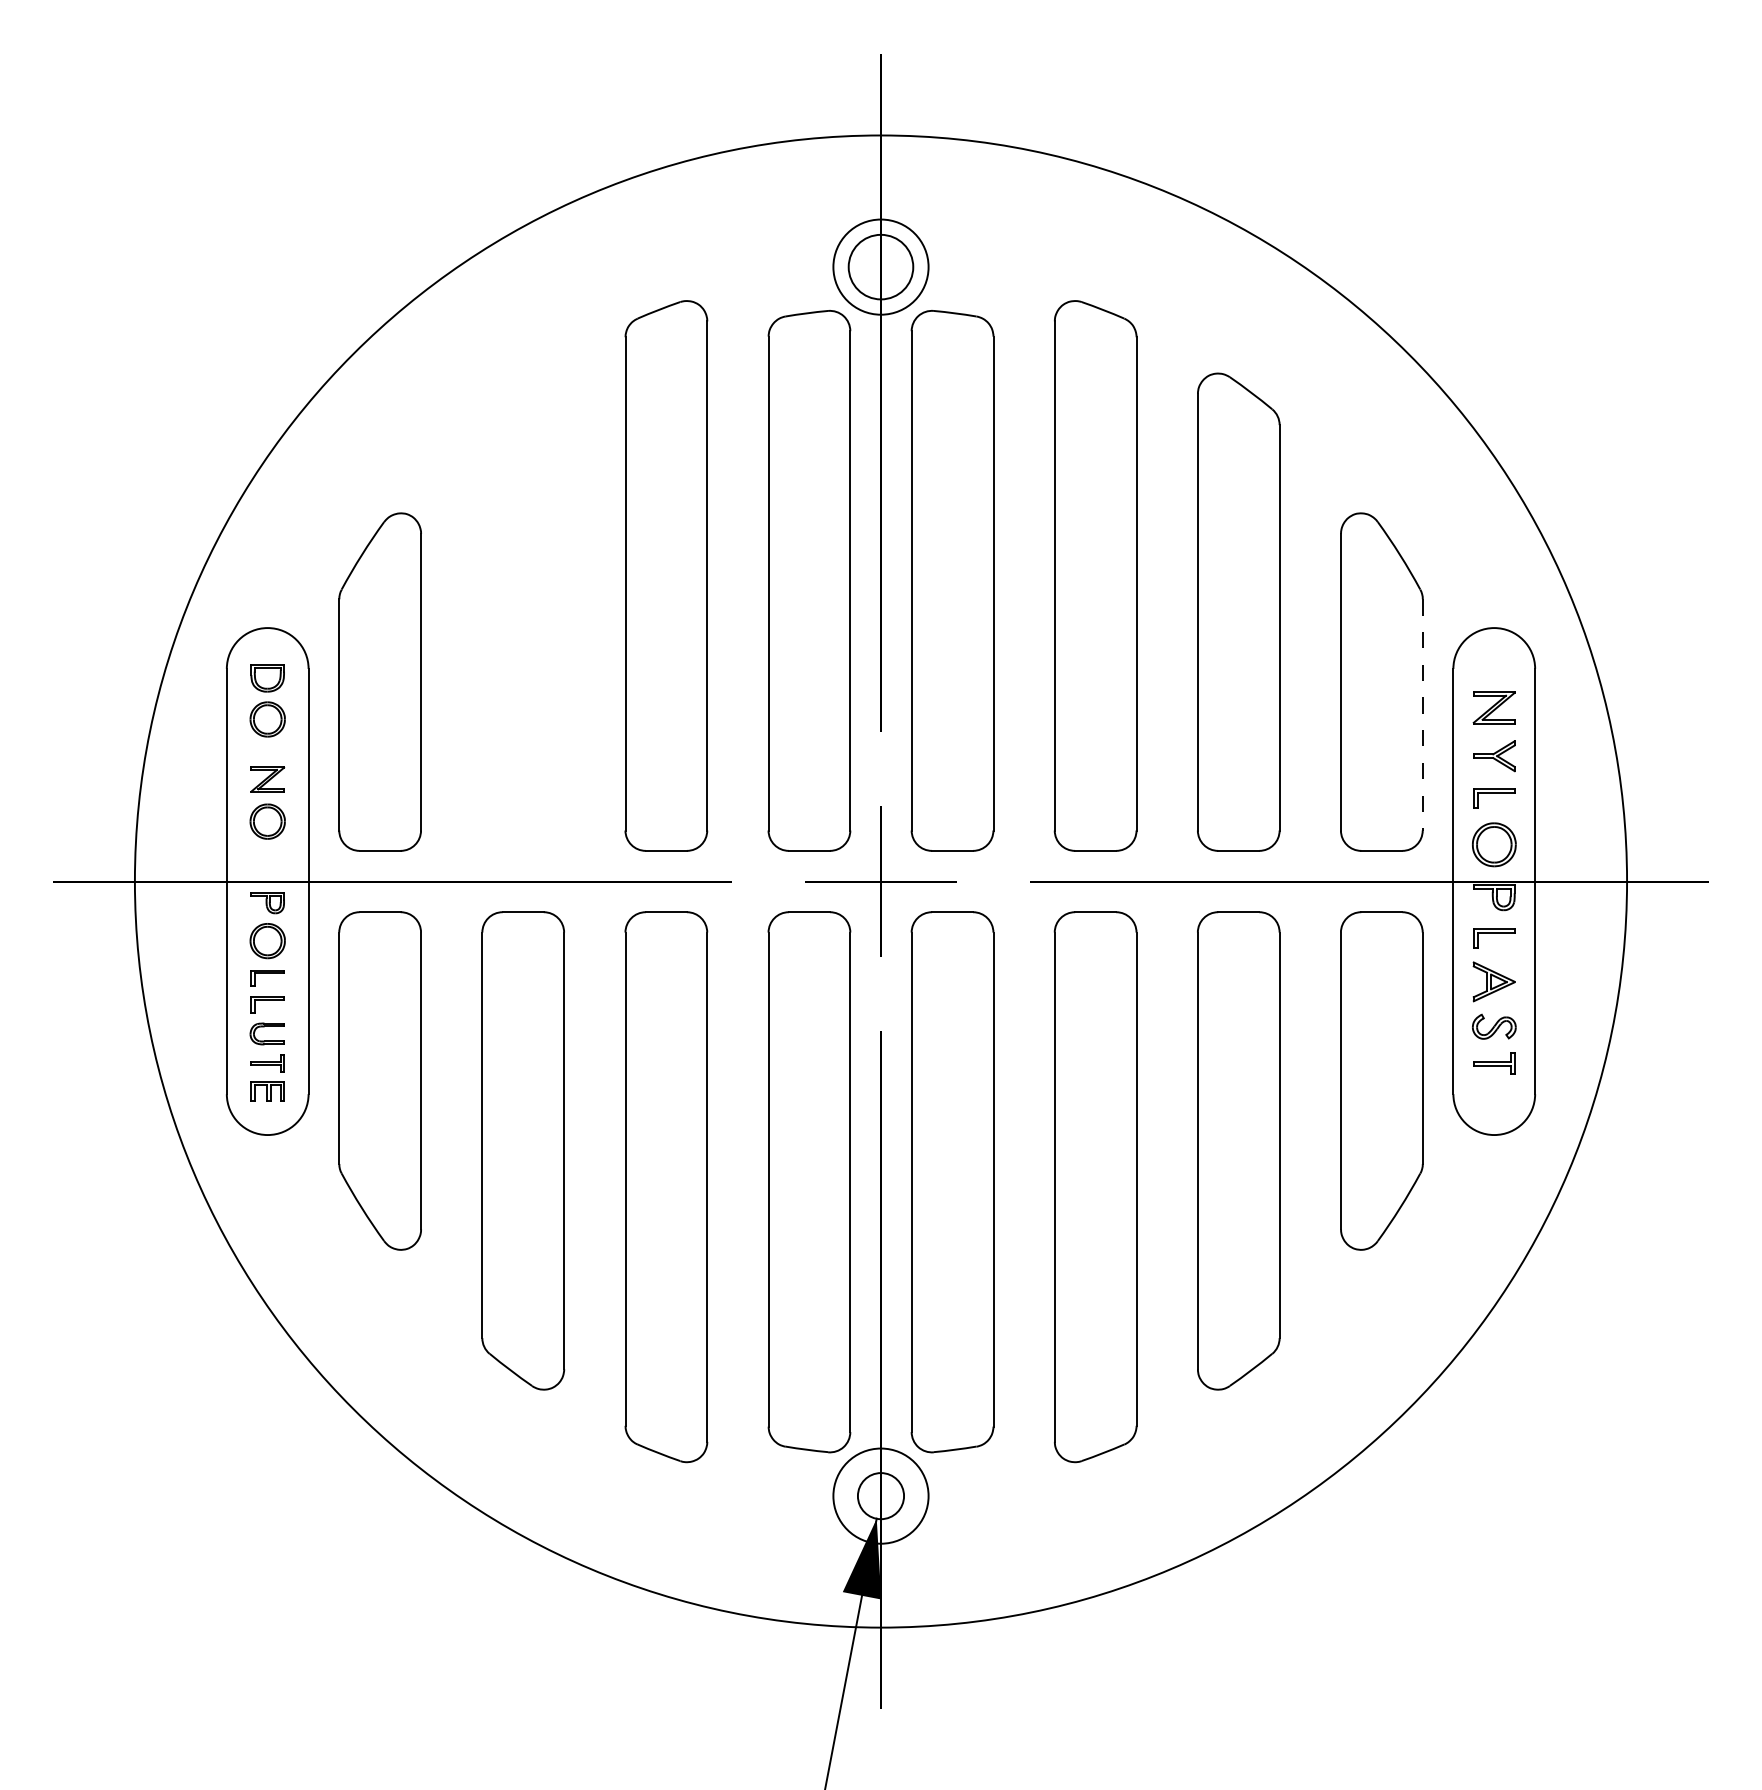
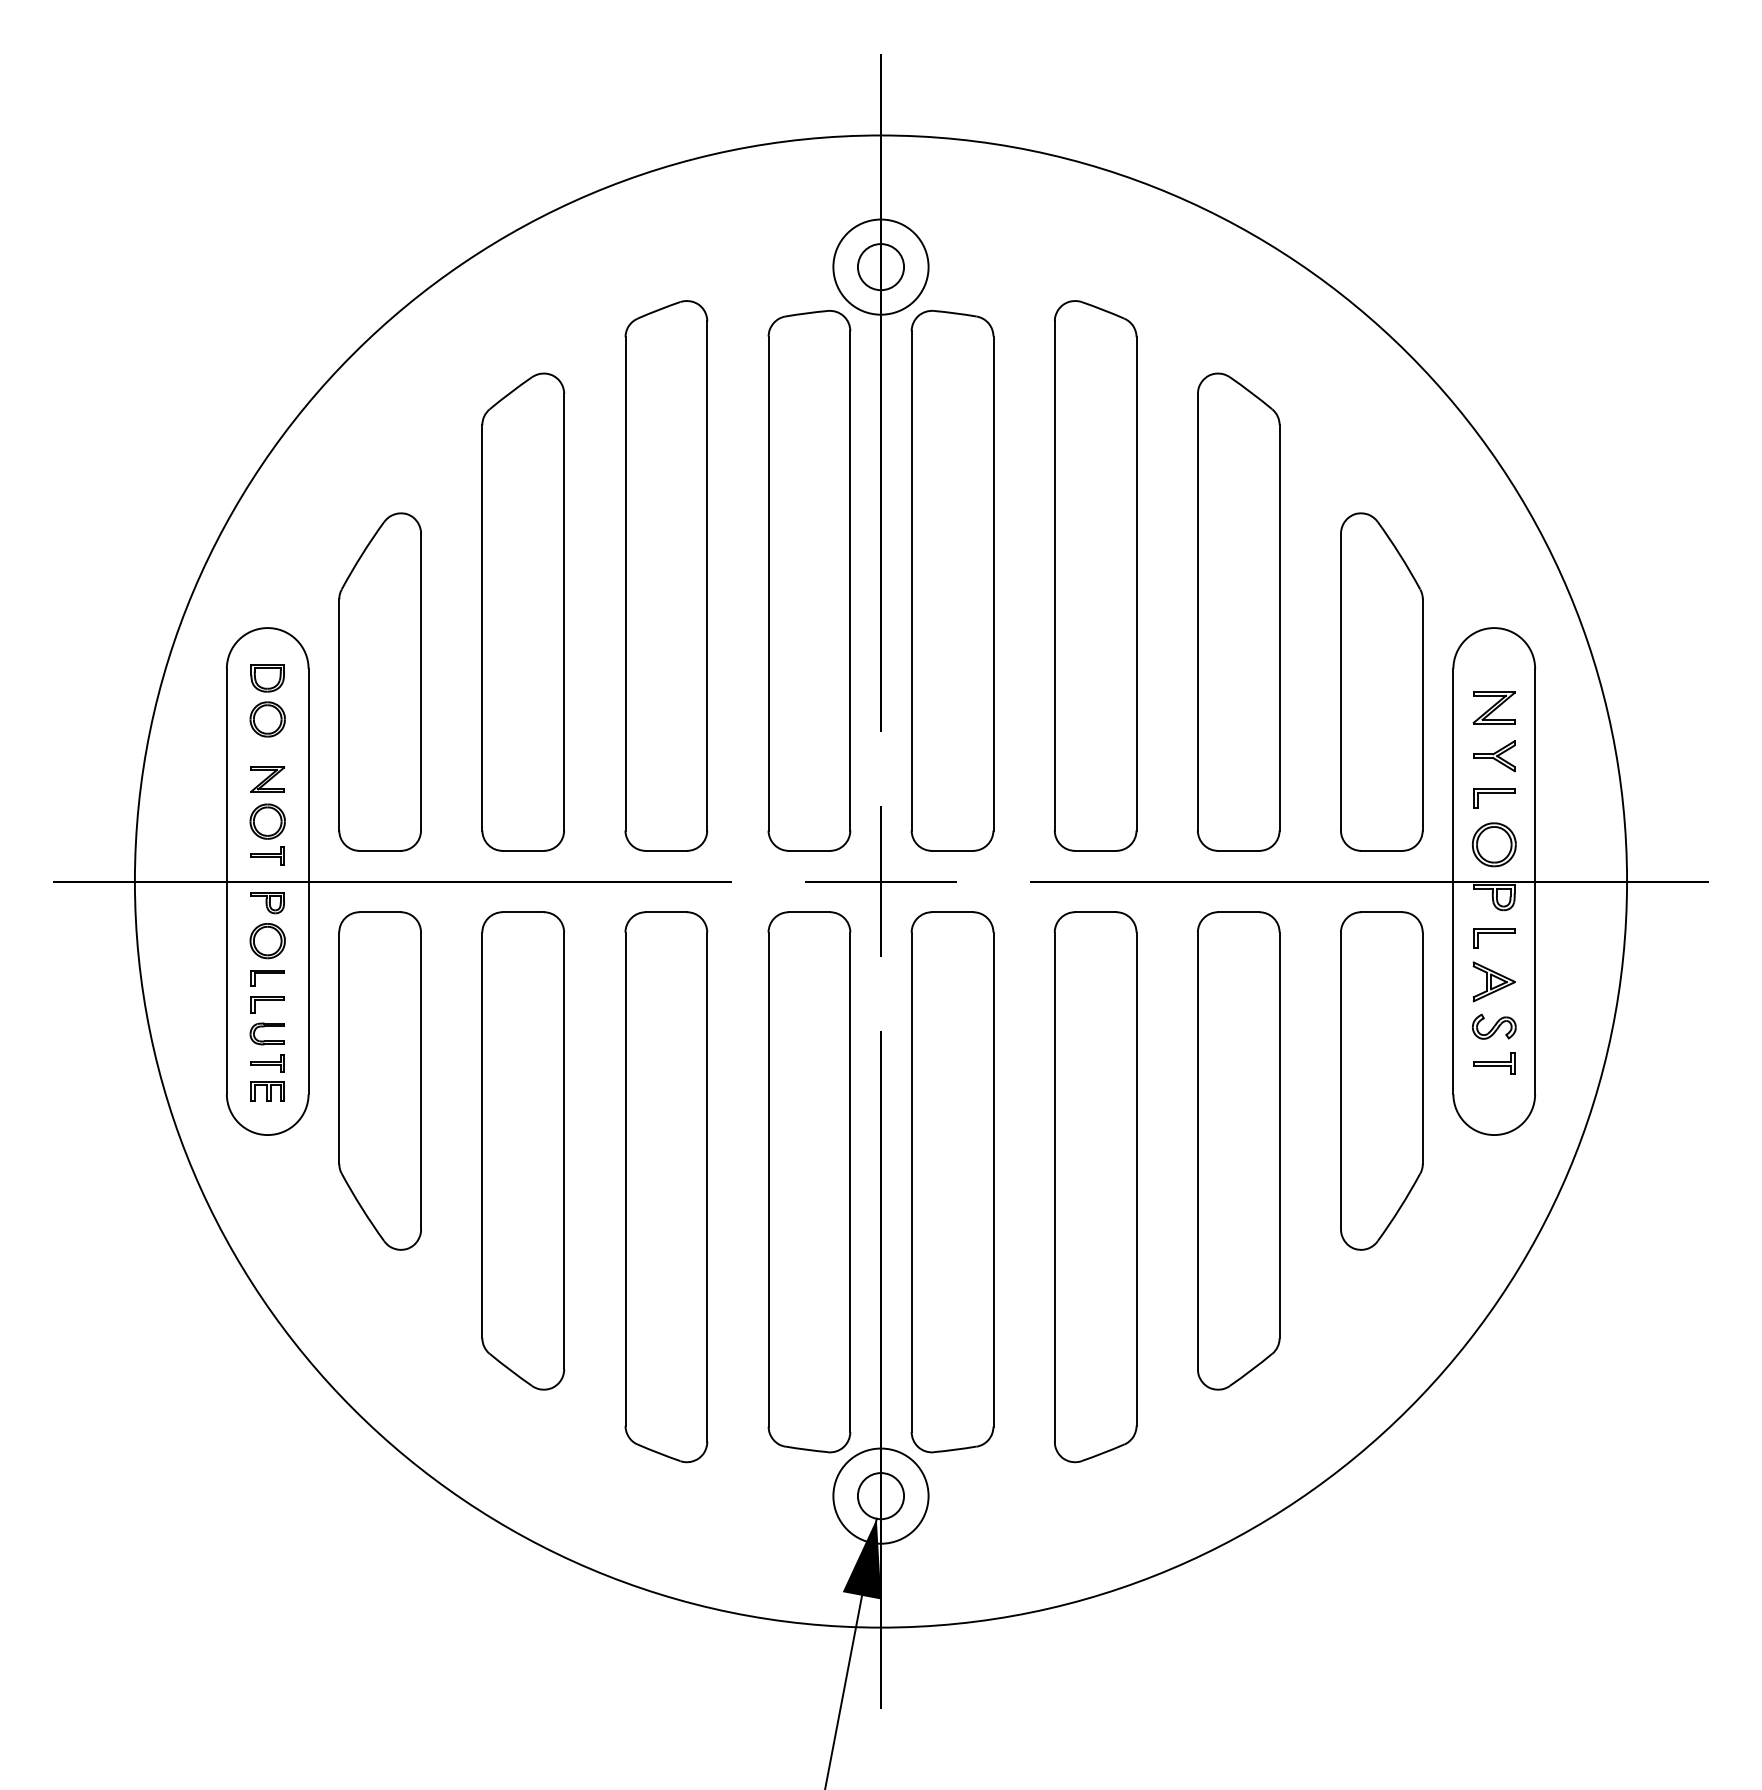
circle at (880, 266) diameter: 65 px -> 46 px
part at (523, 611): none -> present
line at (1422, 714): dashed -> solid
part at (267, 855): none -> present
